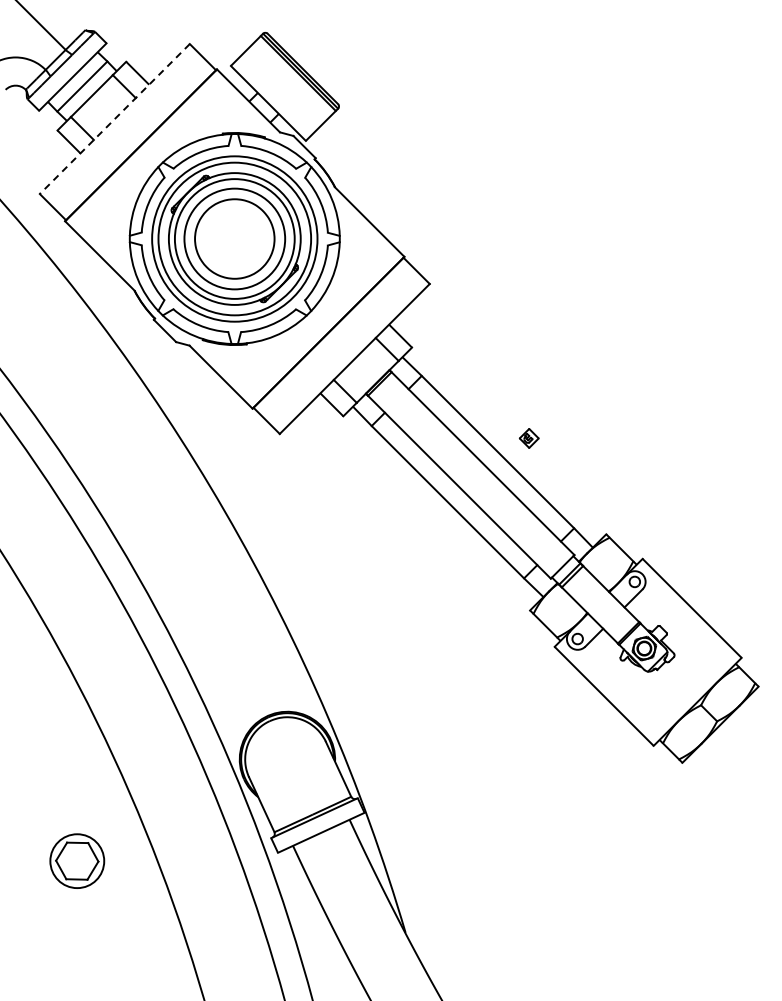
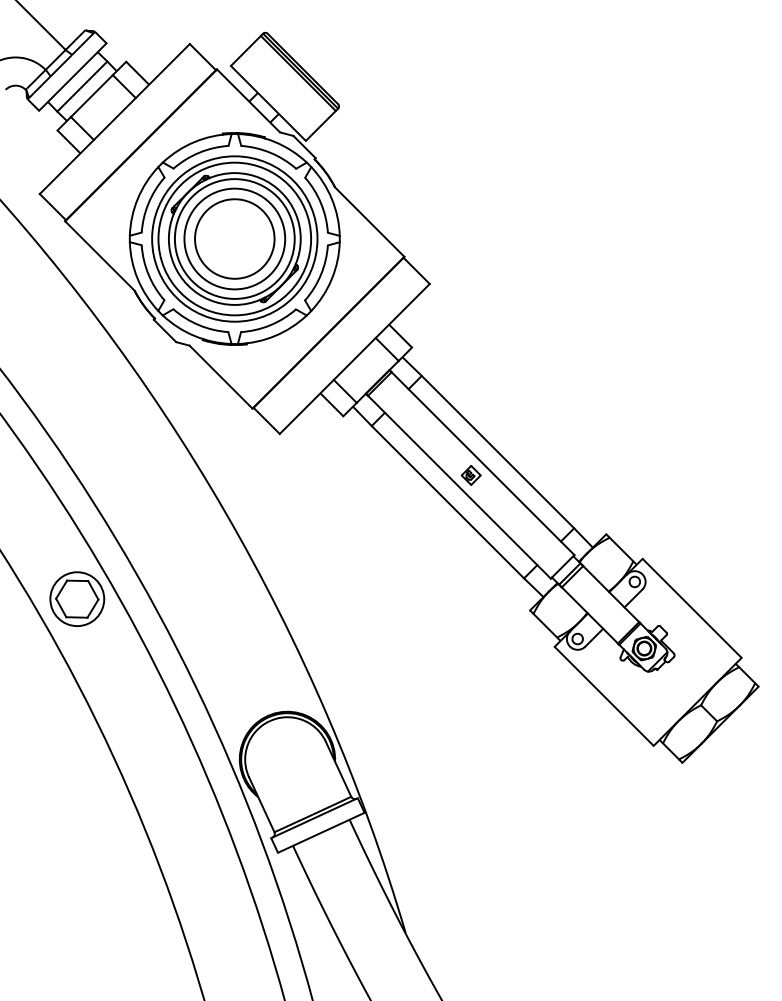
line at (114, 119): dashed -> solid
part at (528, 438) position: (528, 438) -> (470, 475)
part at (77, 860) position: (77, 860) -> (77, 598)
